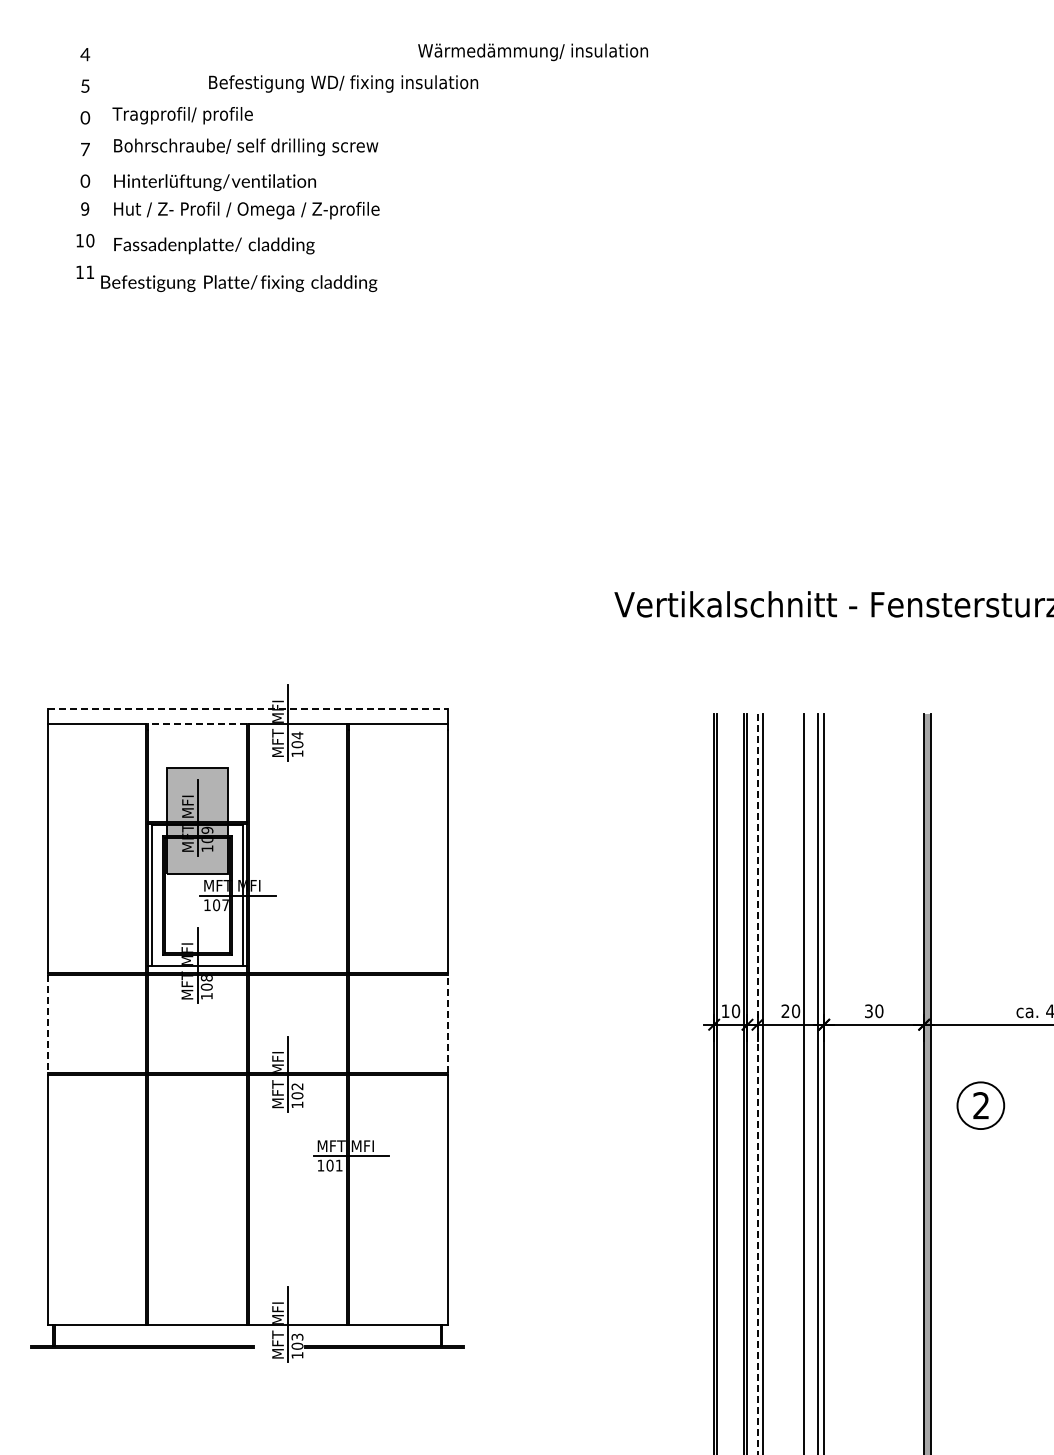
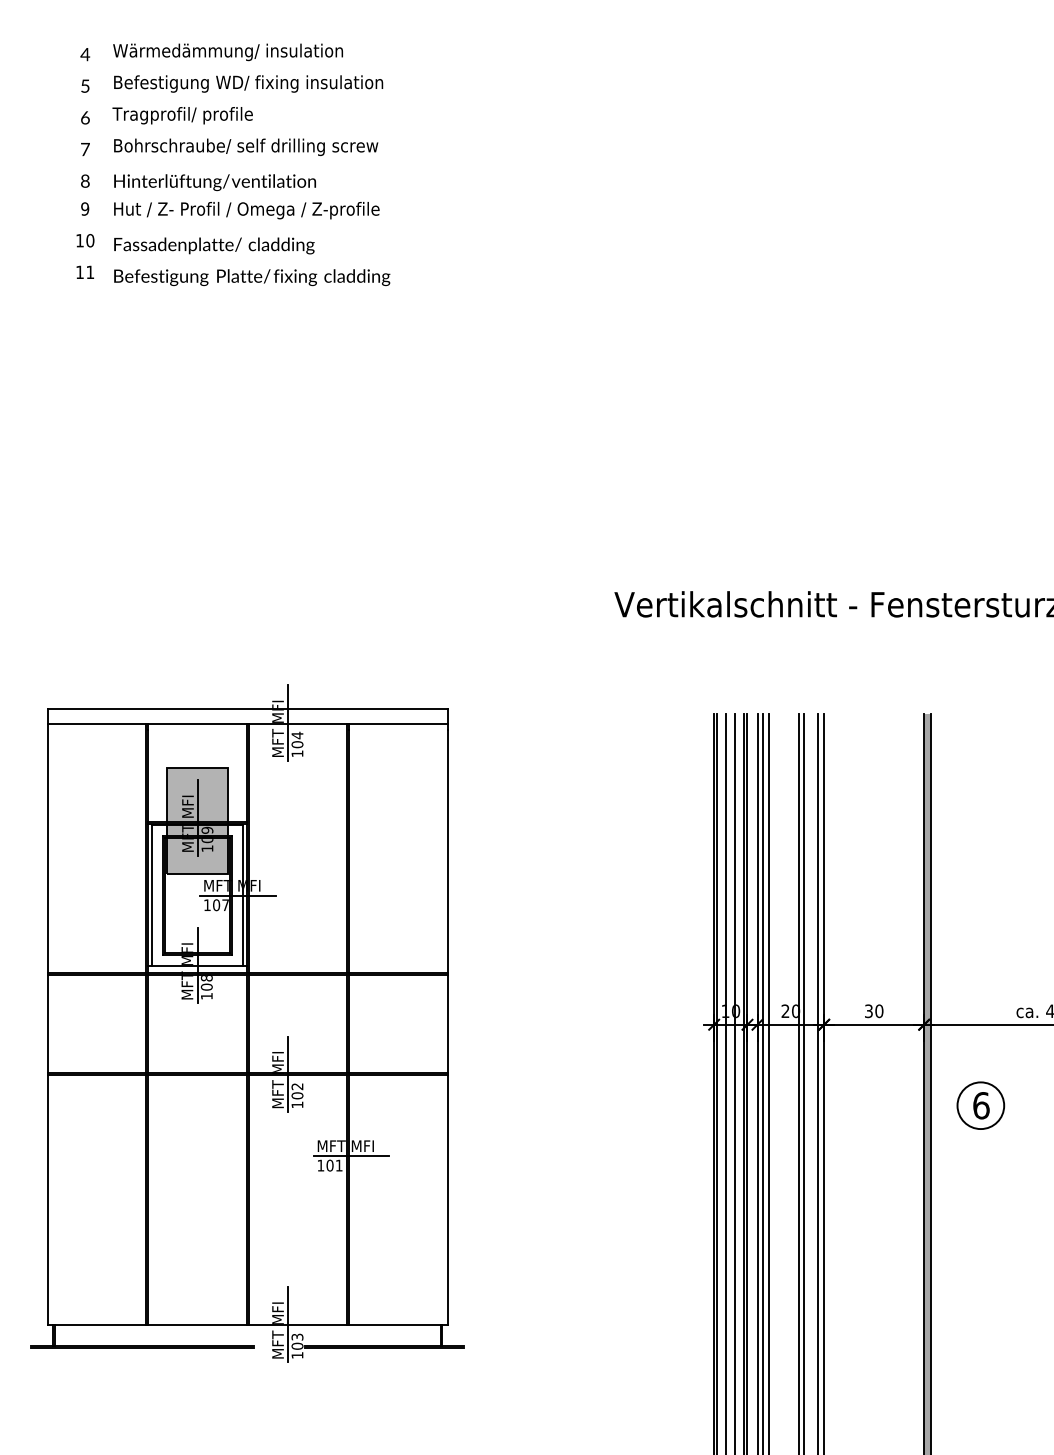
text at (532, 52) position: (532, 52) -> (227, 52)
text at (343, 83) position: (343, 83) -> (248, 83)
text at (85, 117): 0 -> 6
text at (85, 181): 0 -> 8
text at (239, 283) position: (239, 283) -> (252, 277)
line at (248, 708): dashed -> solid
line at (196, 723): dashed -> solid
line at (447, 1023): dashed -> solid
line at (47, 1024): dashed -> solid
line at (726, 1082): none -> present
line at (735, 1082): none -> present
line at (768, 1082): none -> present
line at (799, 1082): none -> present
line at (757, 1084): dashed -> solid
text at (981, 1105): 2 -> 6
